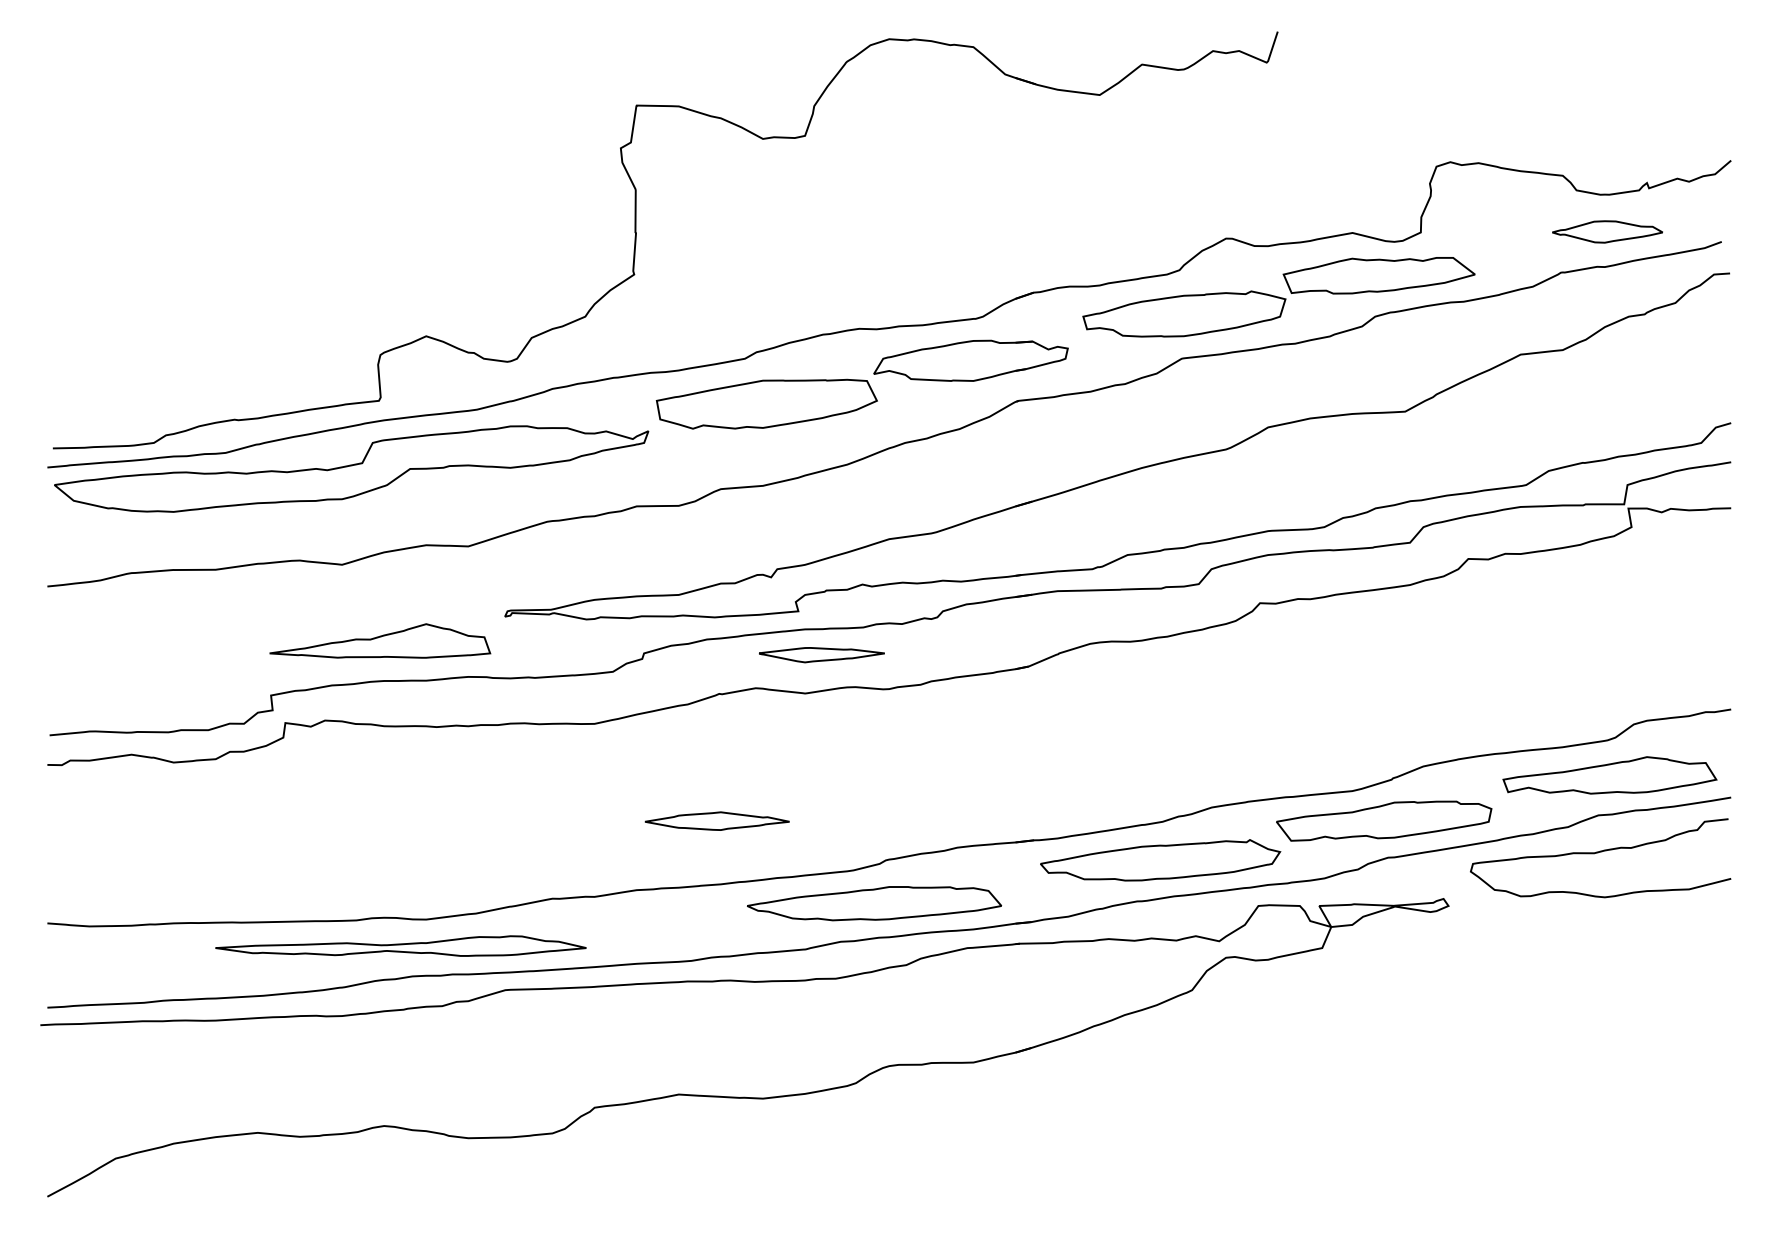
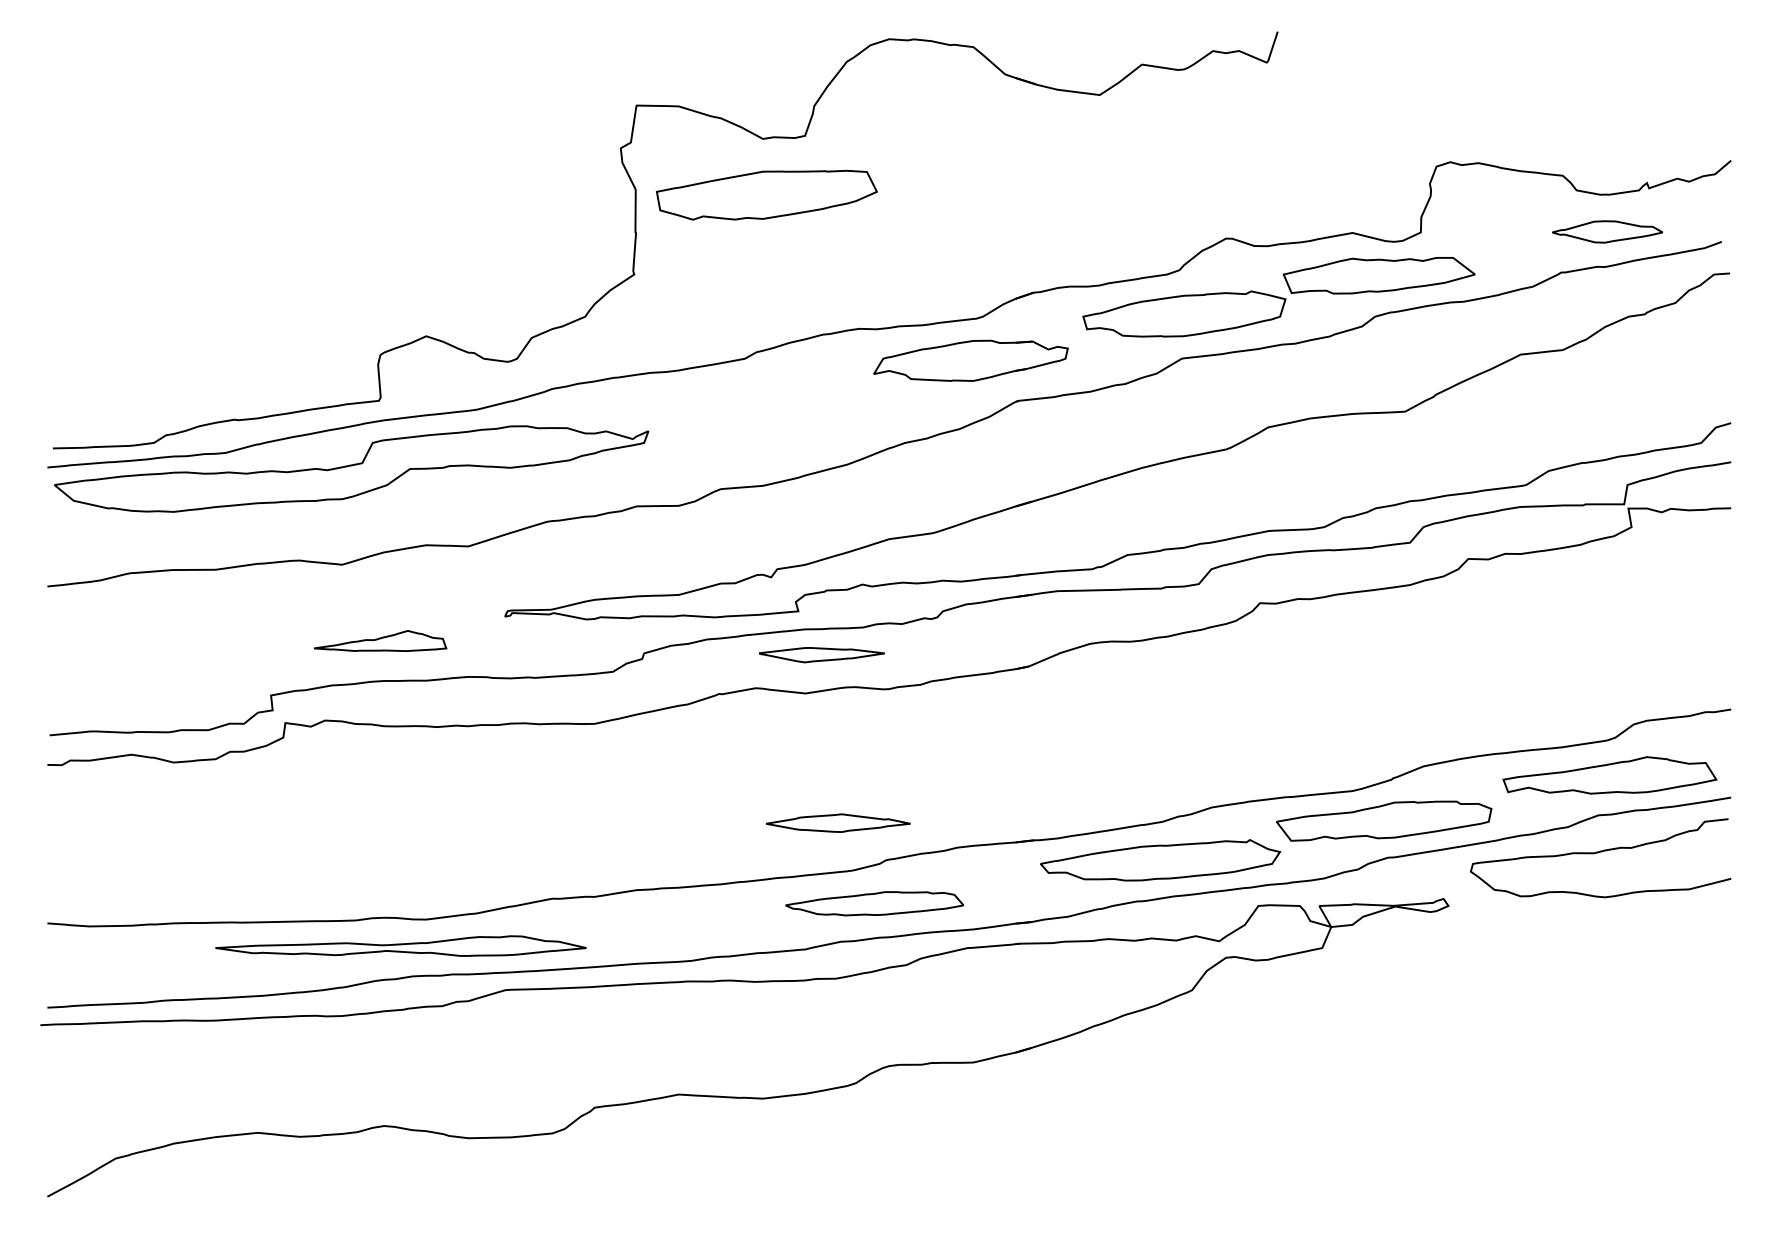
part at (766, 403) position: (766, 403) -> (766, 194)
part at (380, 640) size: 223x36 px -> 135x22 px
part at (716, 820) position: (716, 820) -> (837, 822)
part at (874, 903) size: 256x36 px -> 179x26 px
